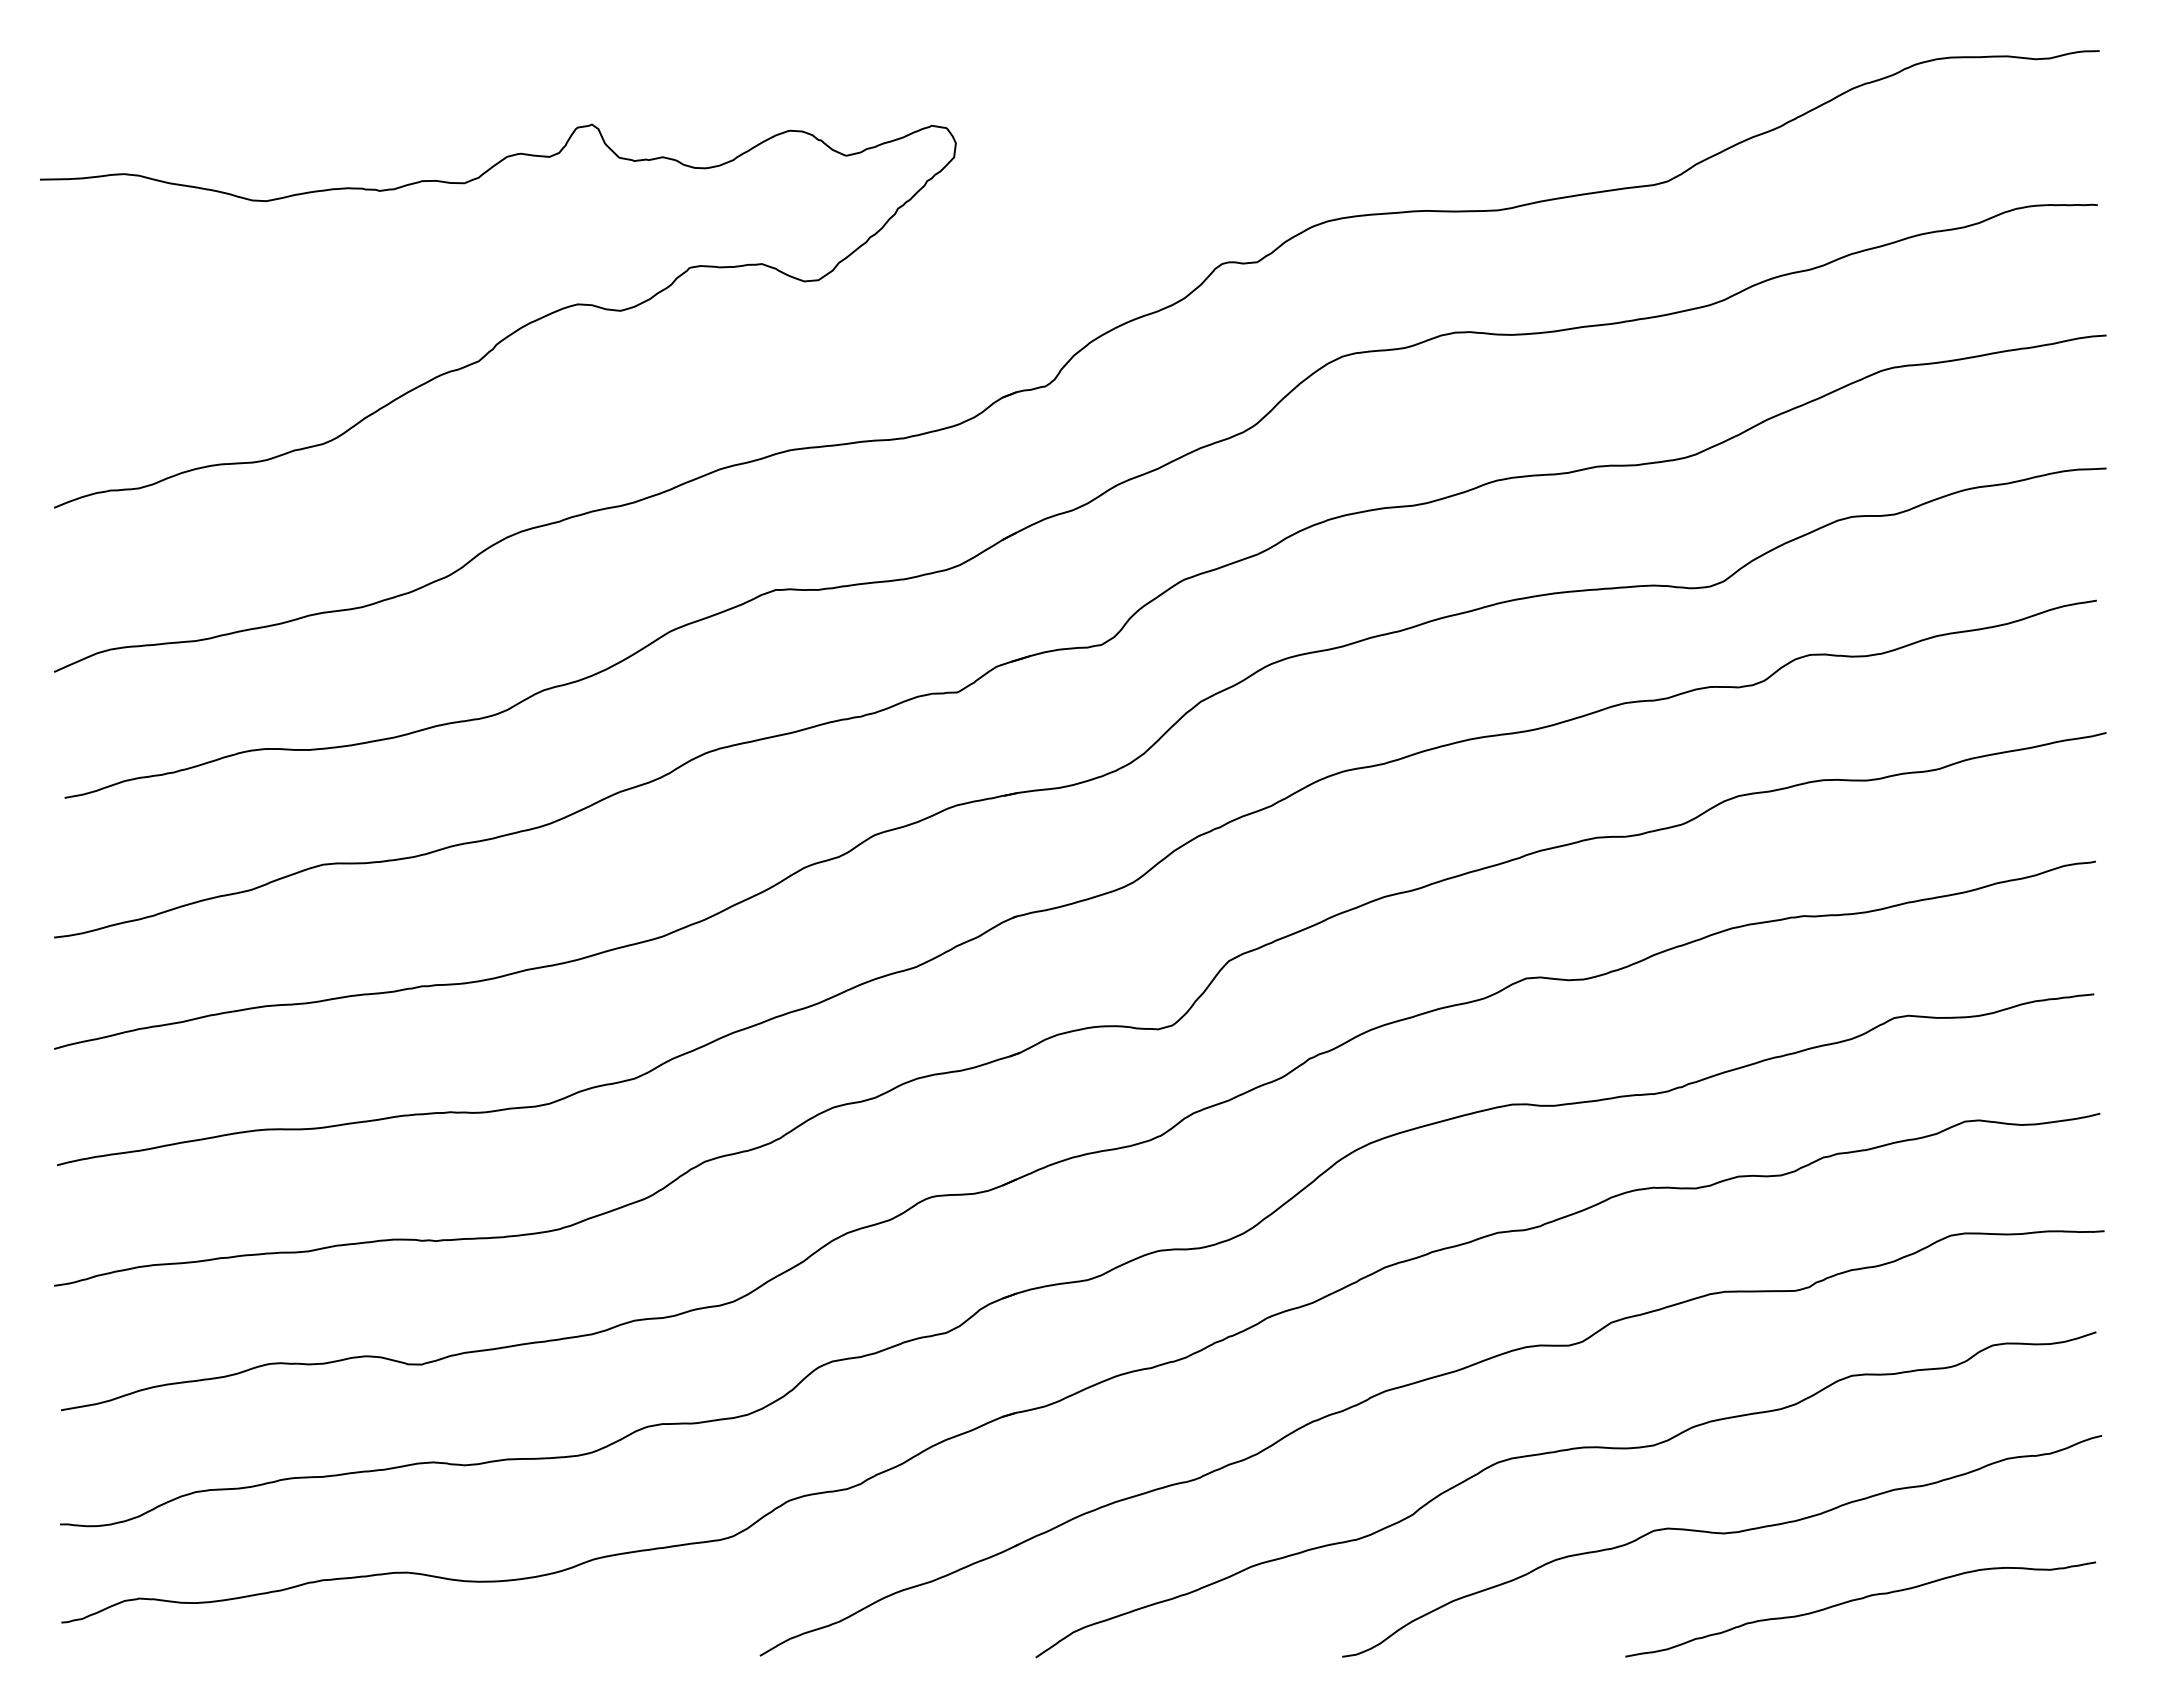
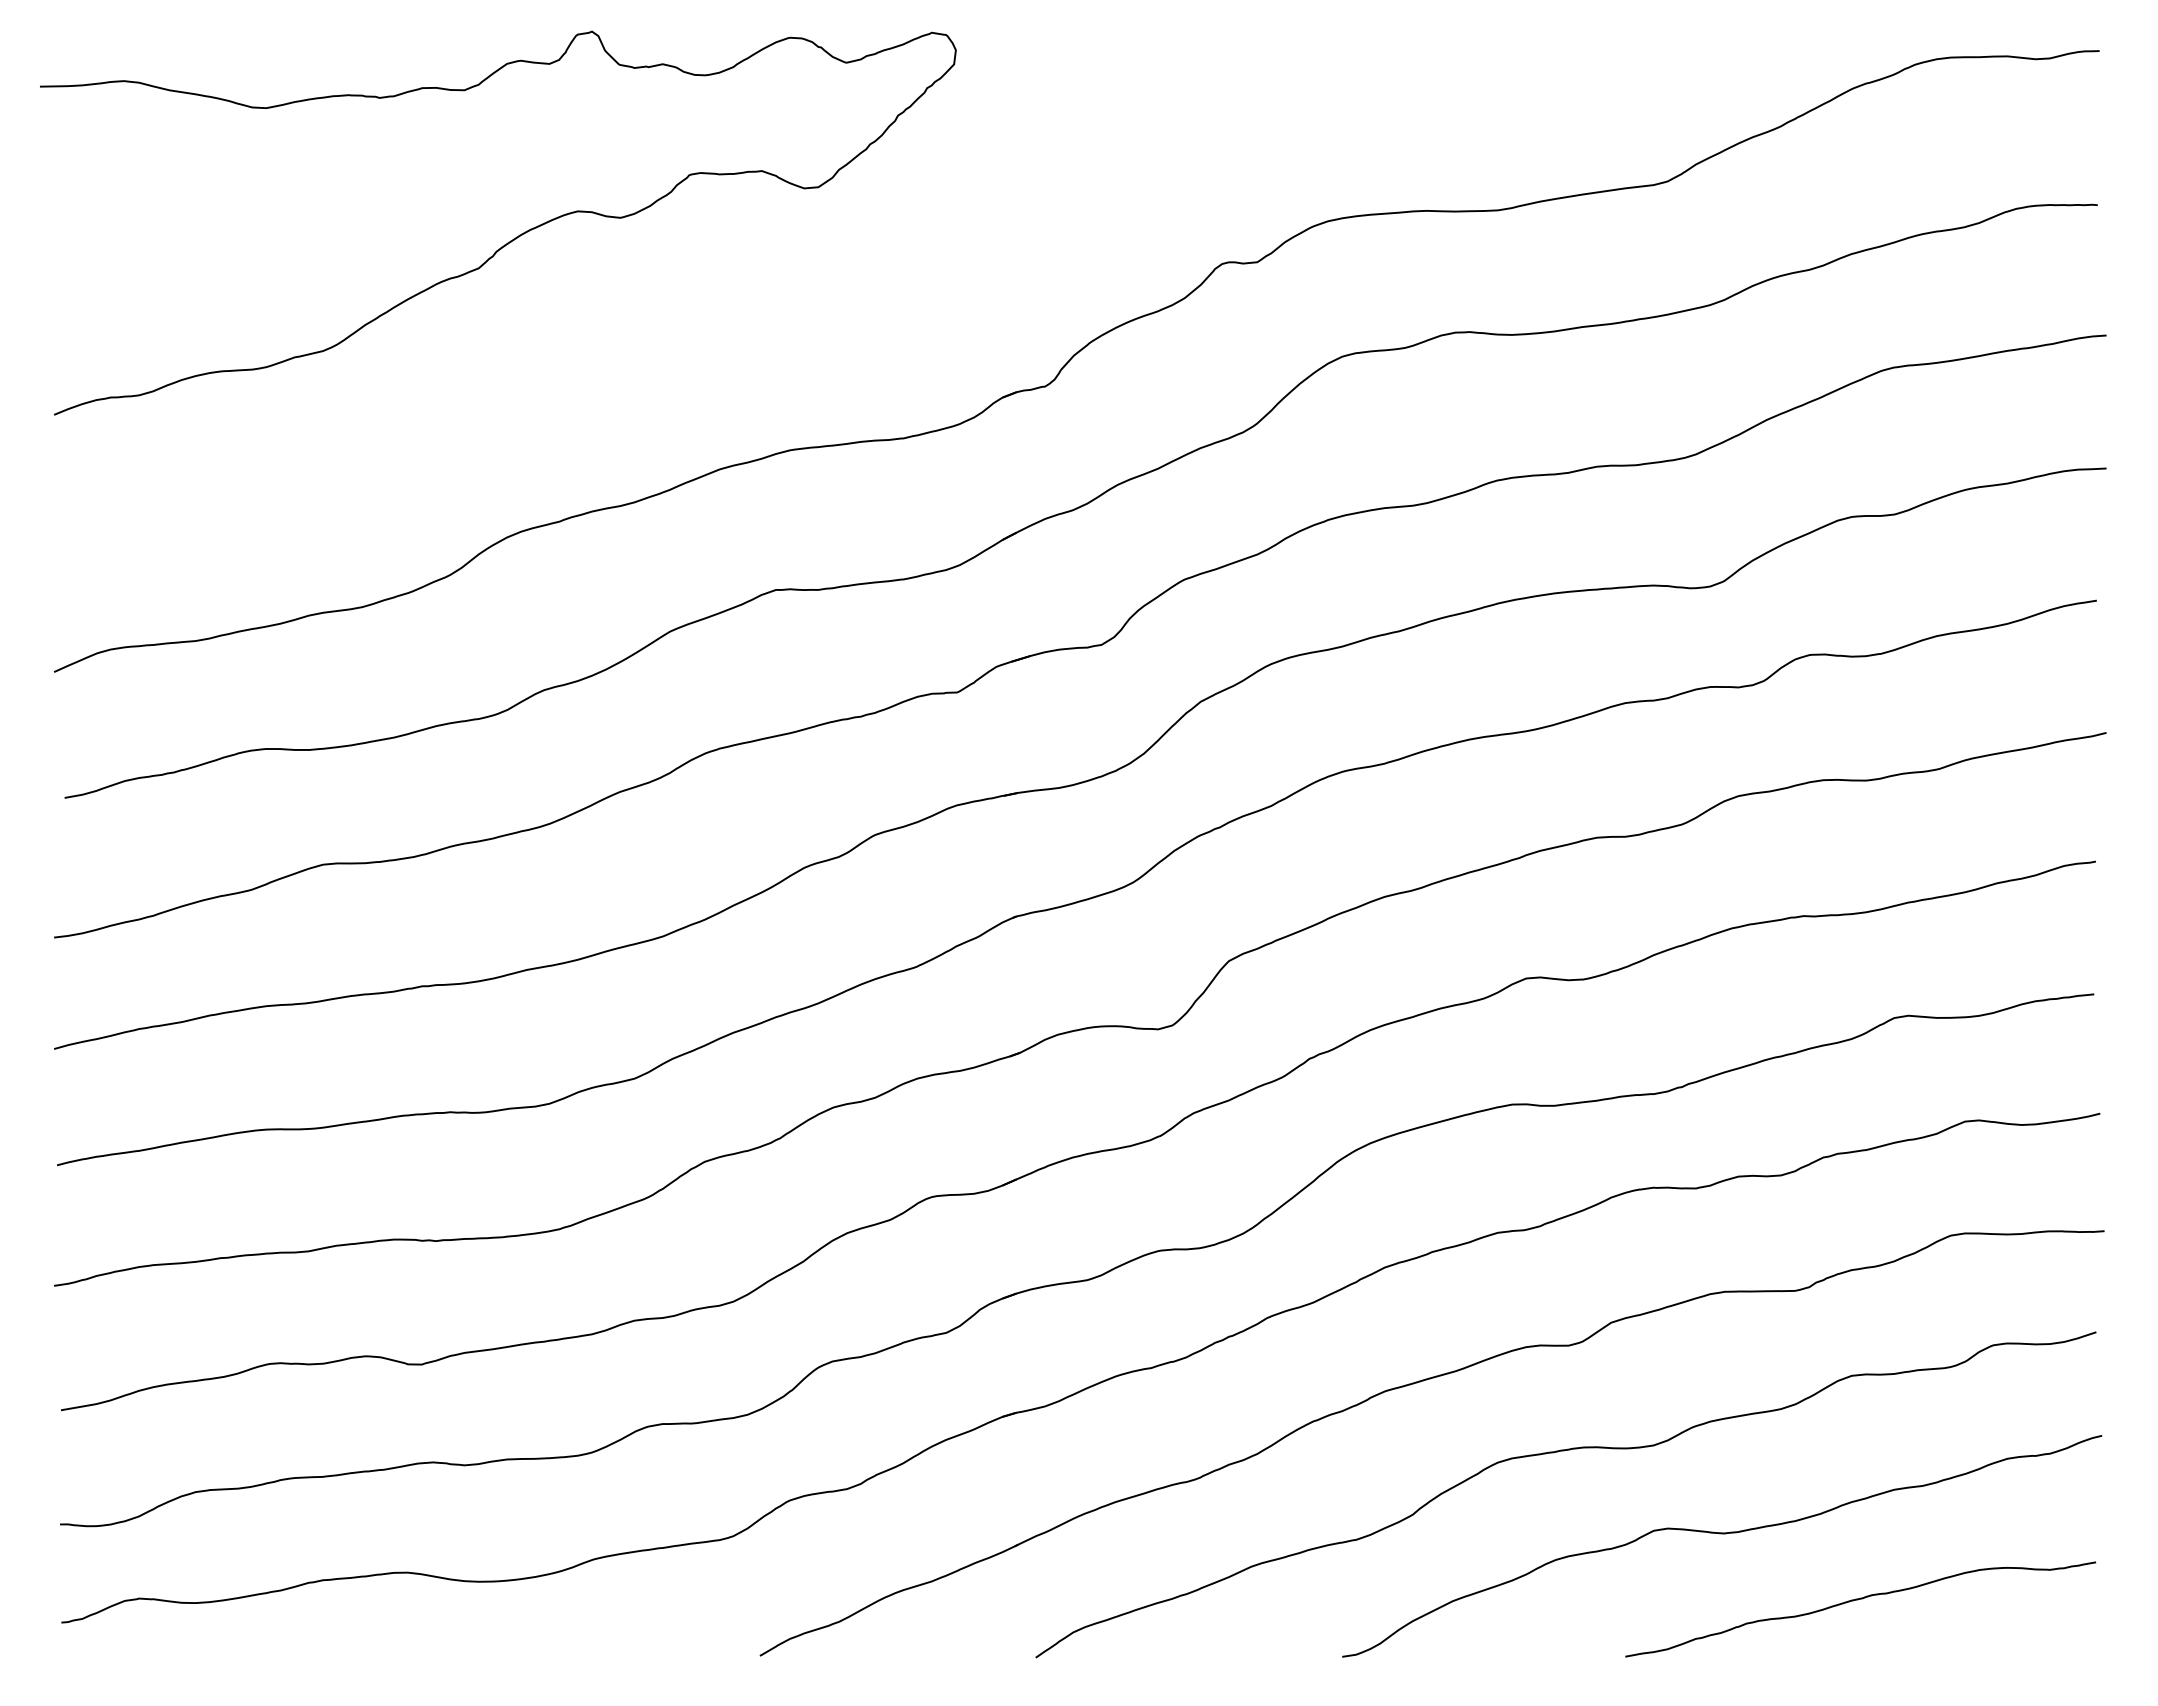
curve at (510, 333) position: (510, 333) -> (510, 240)
